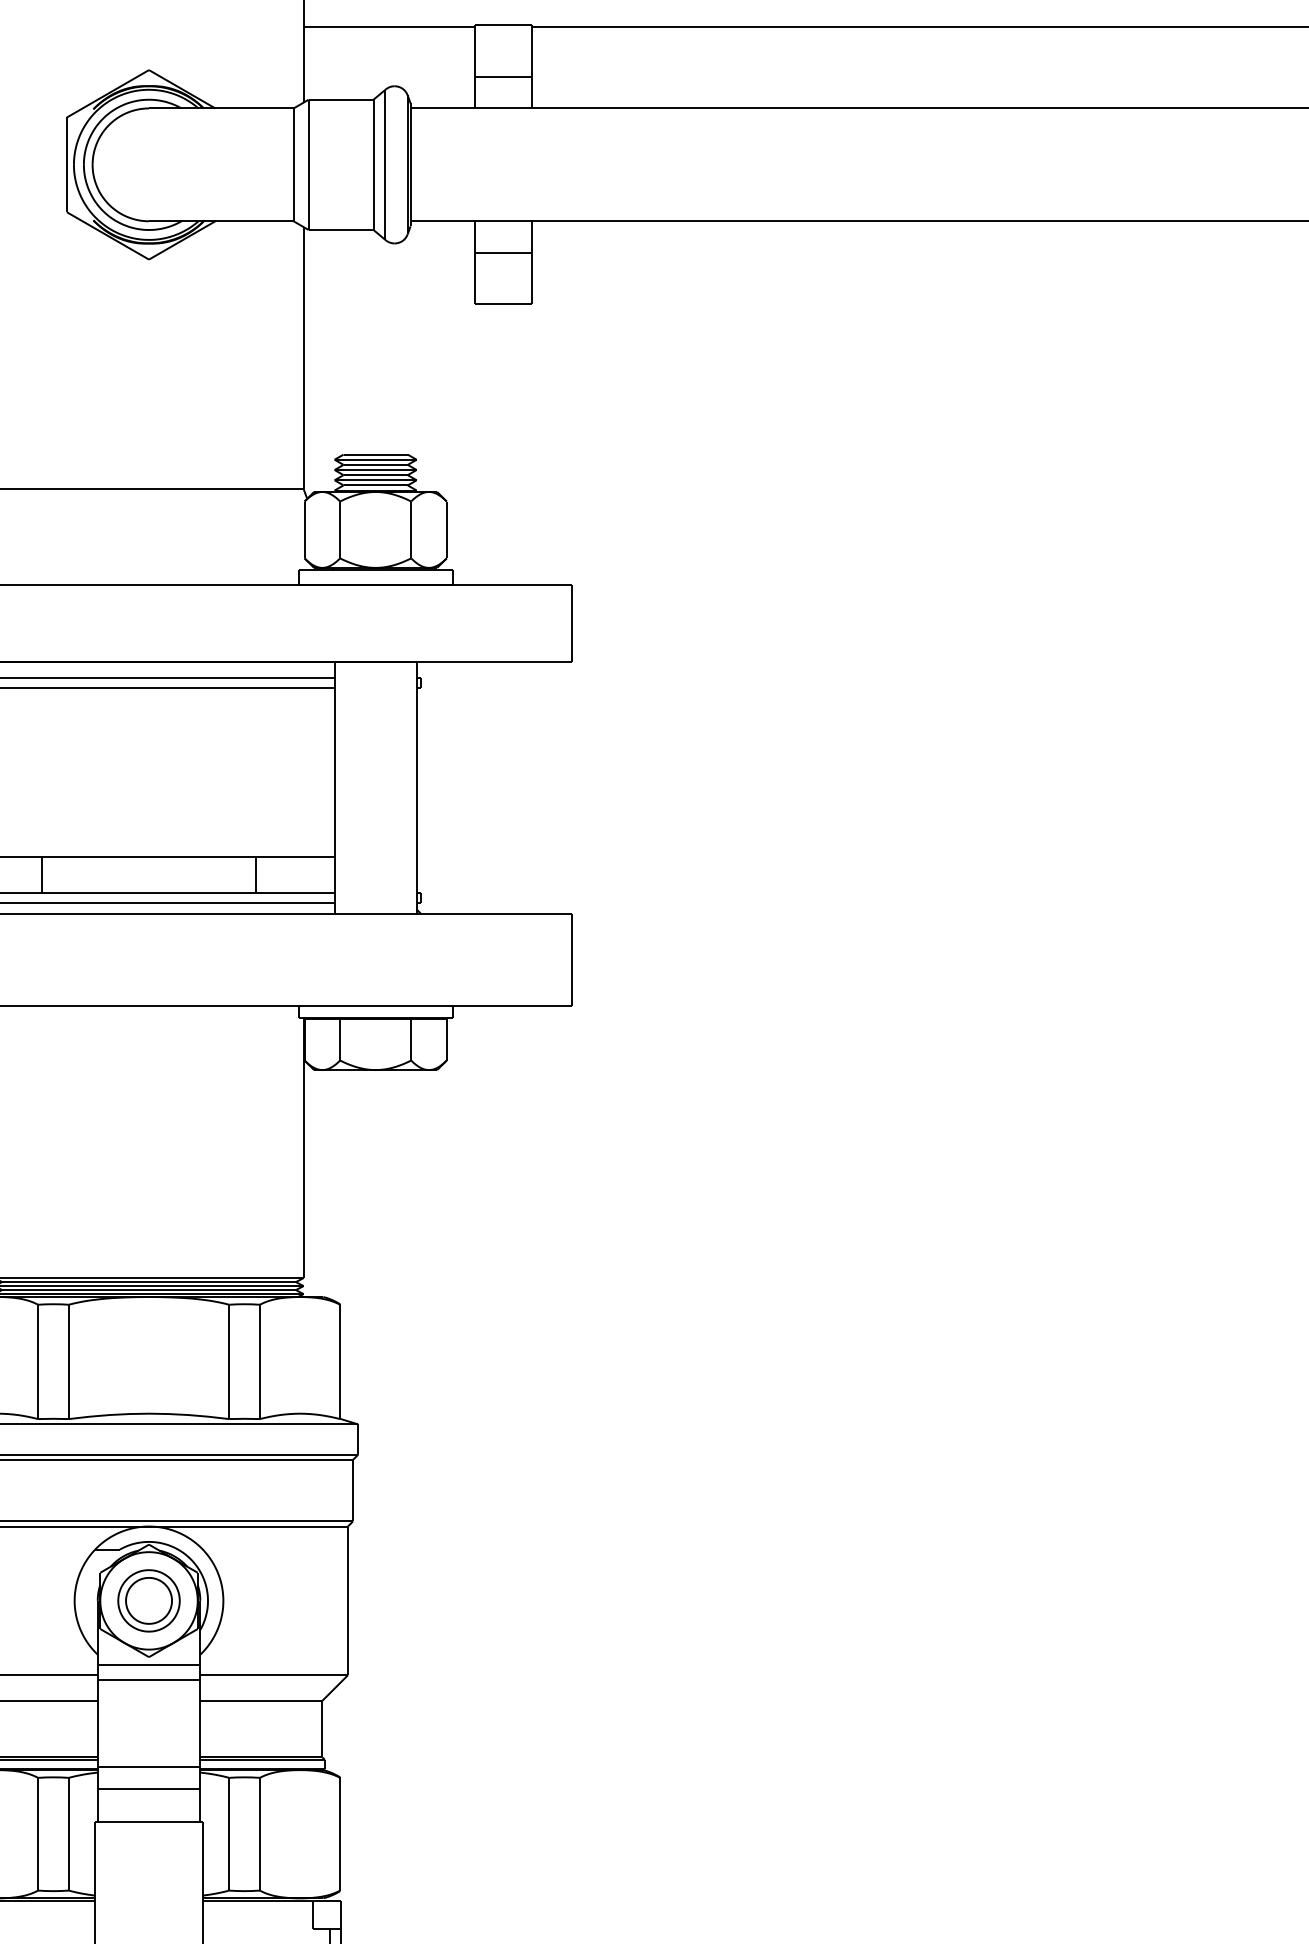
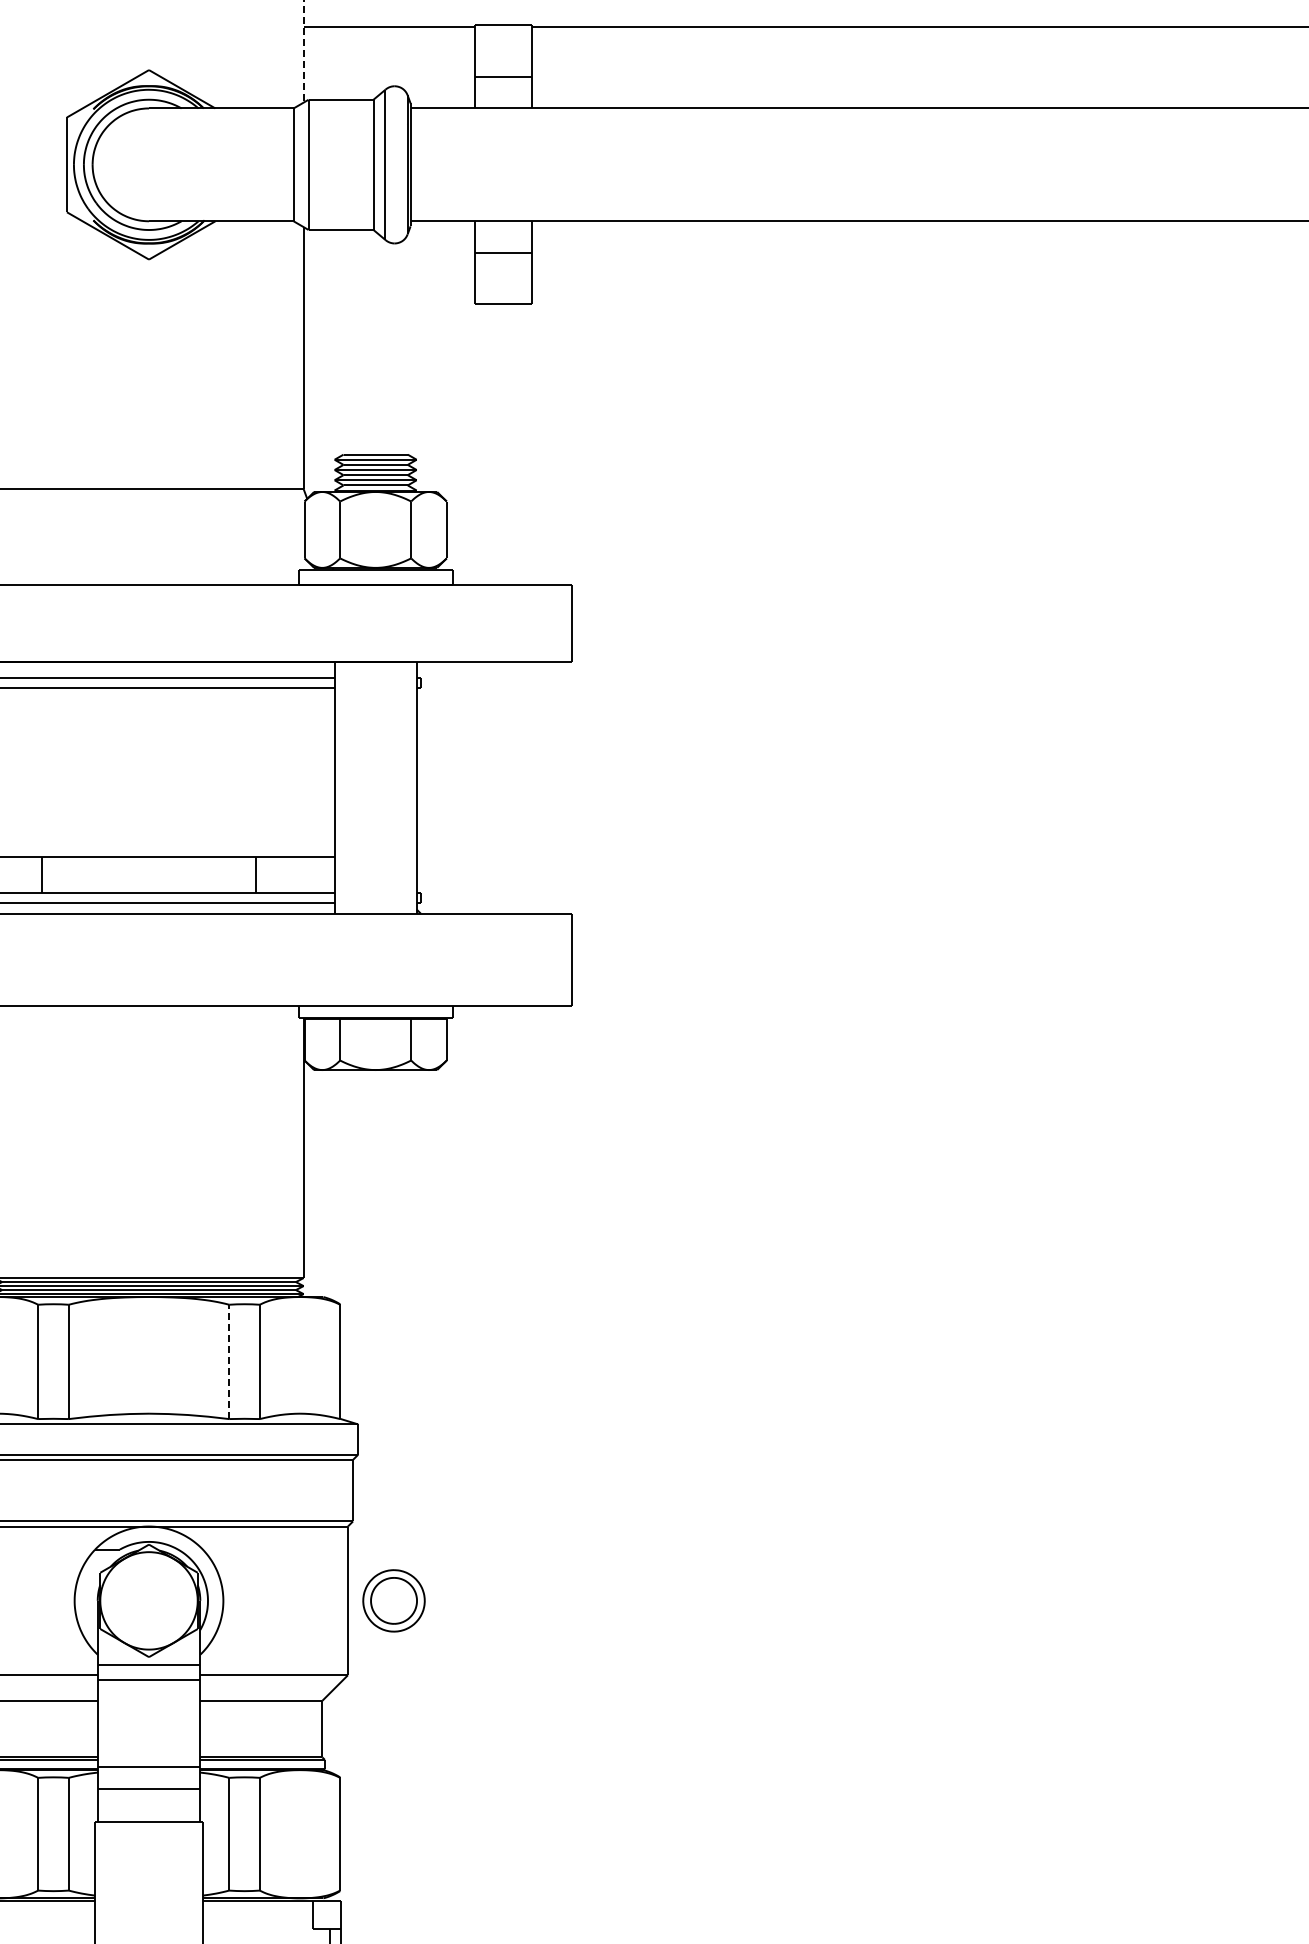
line at (303, 51): solid -> dashed
line at (229, 1361): solid -> dashed
part at (148, 1600) position: (148, 1600) -> (393, 1600)
